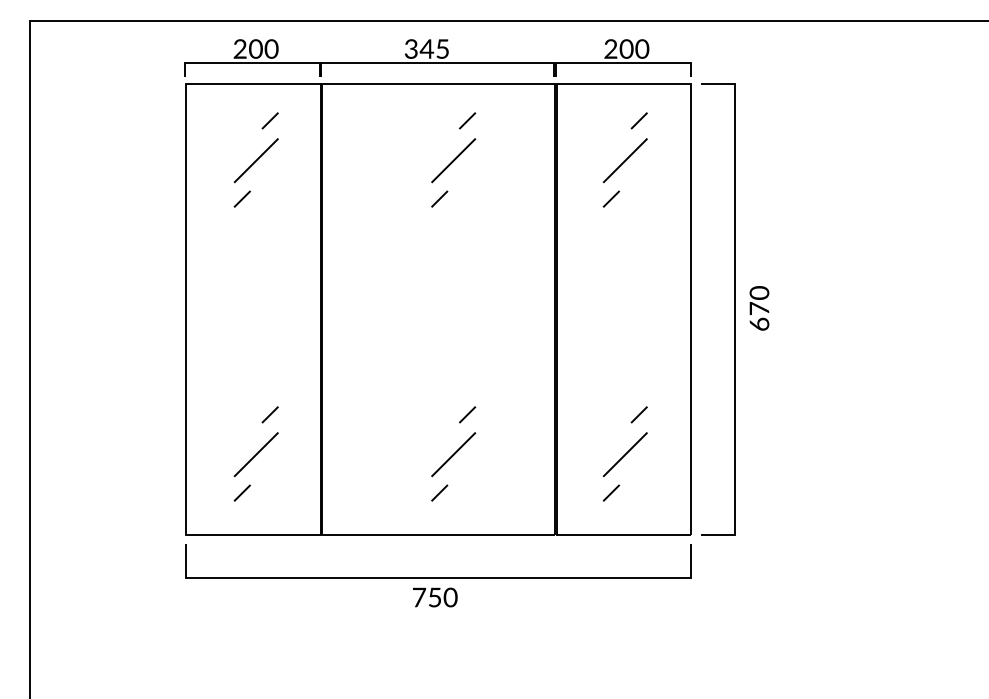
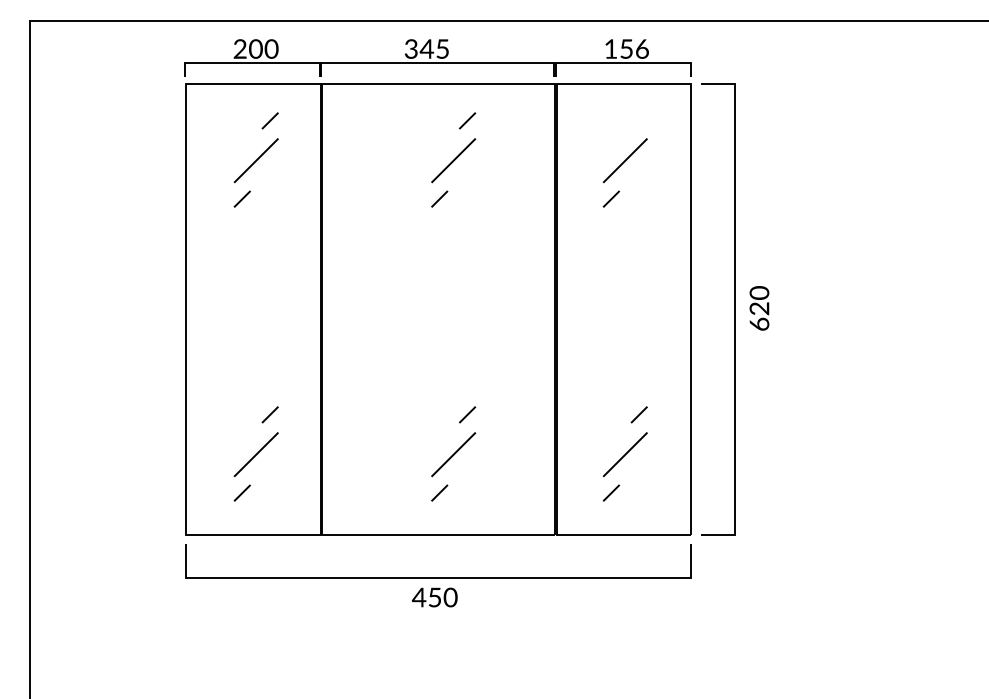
text at (626, 48): 200 -> 156
line at (638, 120): present -> none
text at (759, 308): 670 -> 620
text at (418, 597): 750 -> 450
